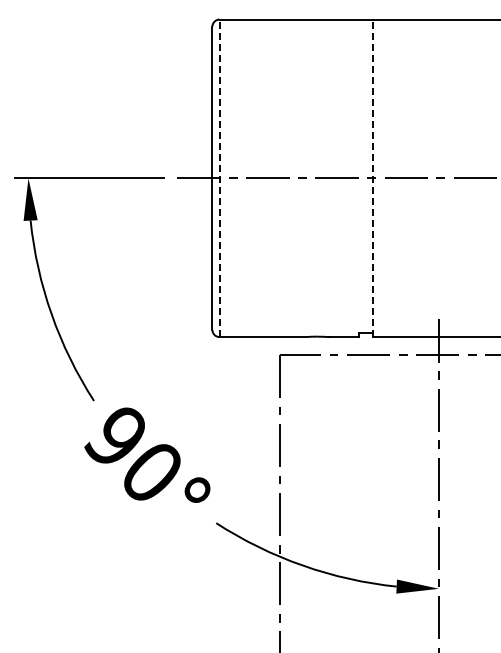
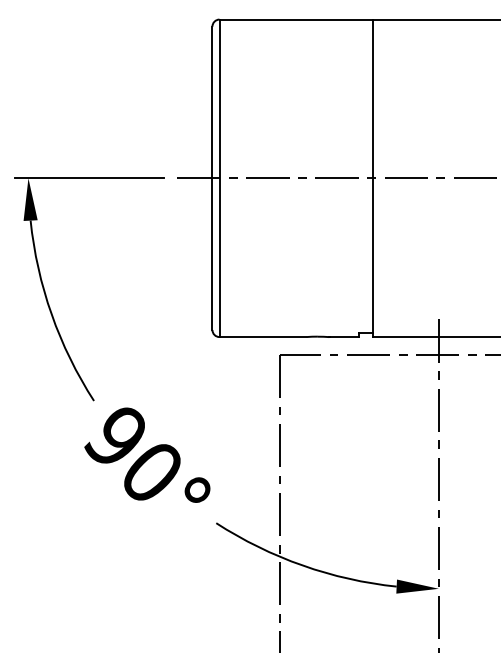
line at (219, 178): dashed -> solid
line at (373, 178): dashed -> solid
